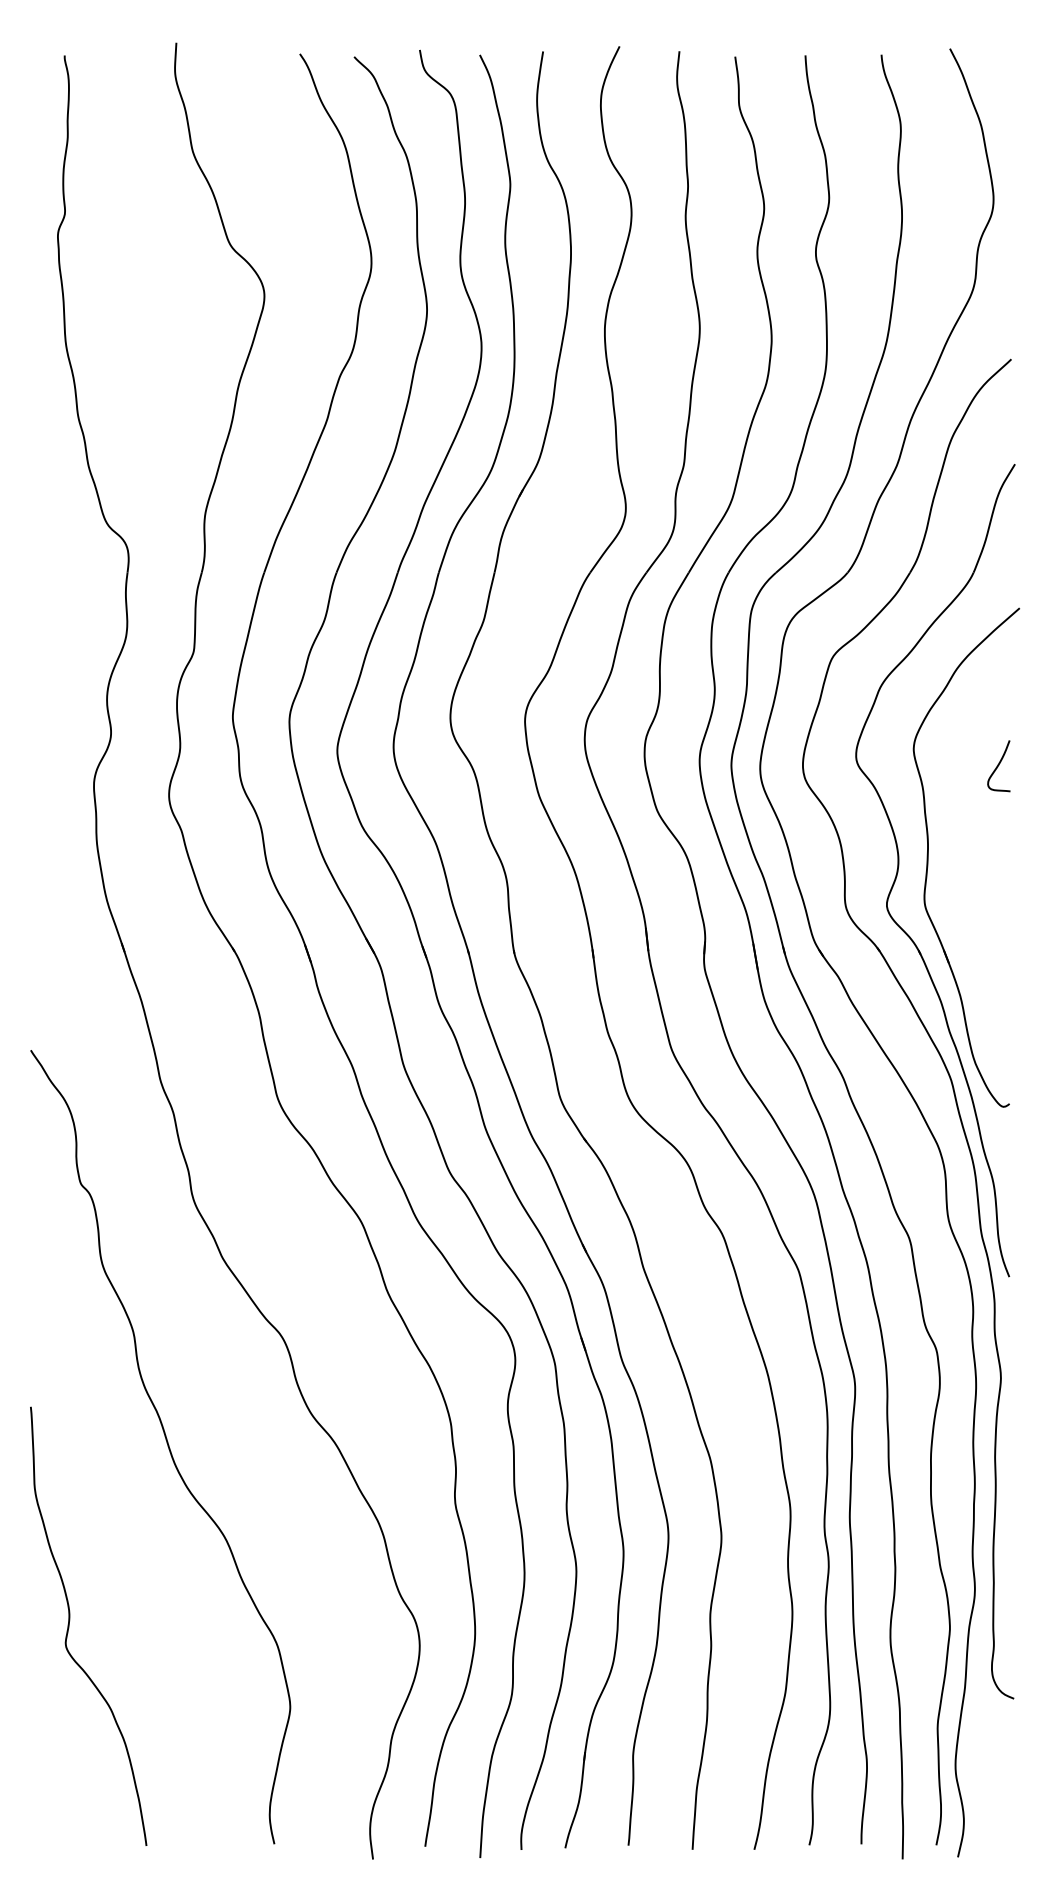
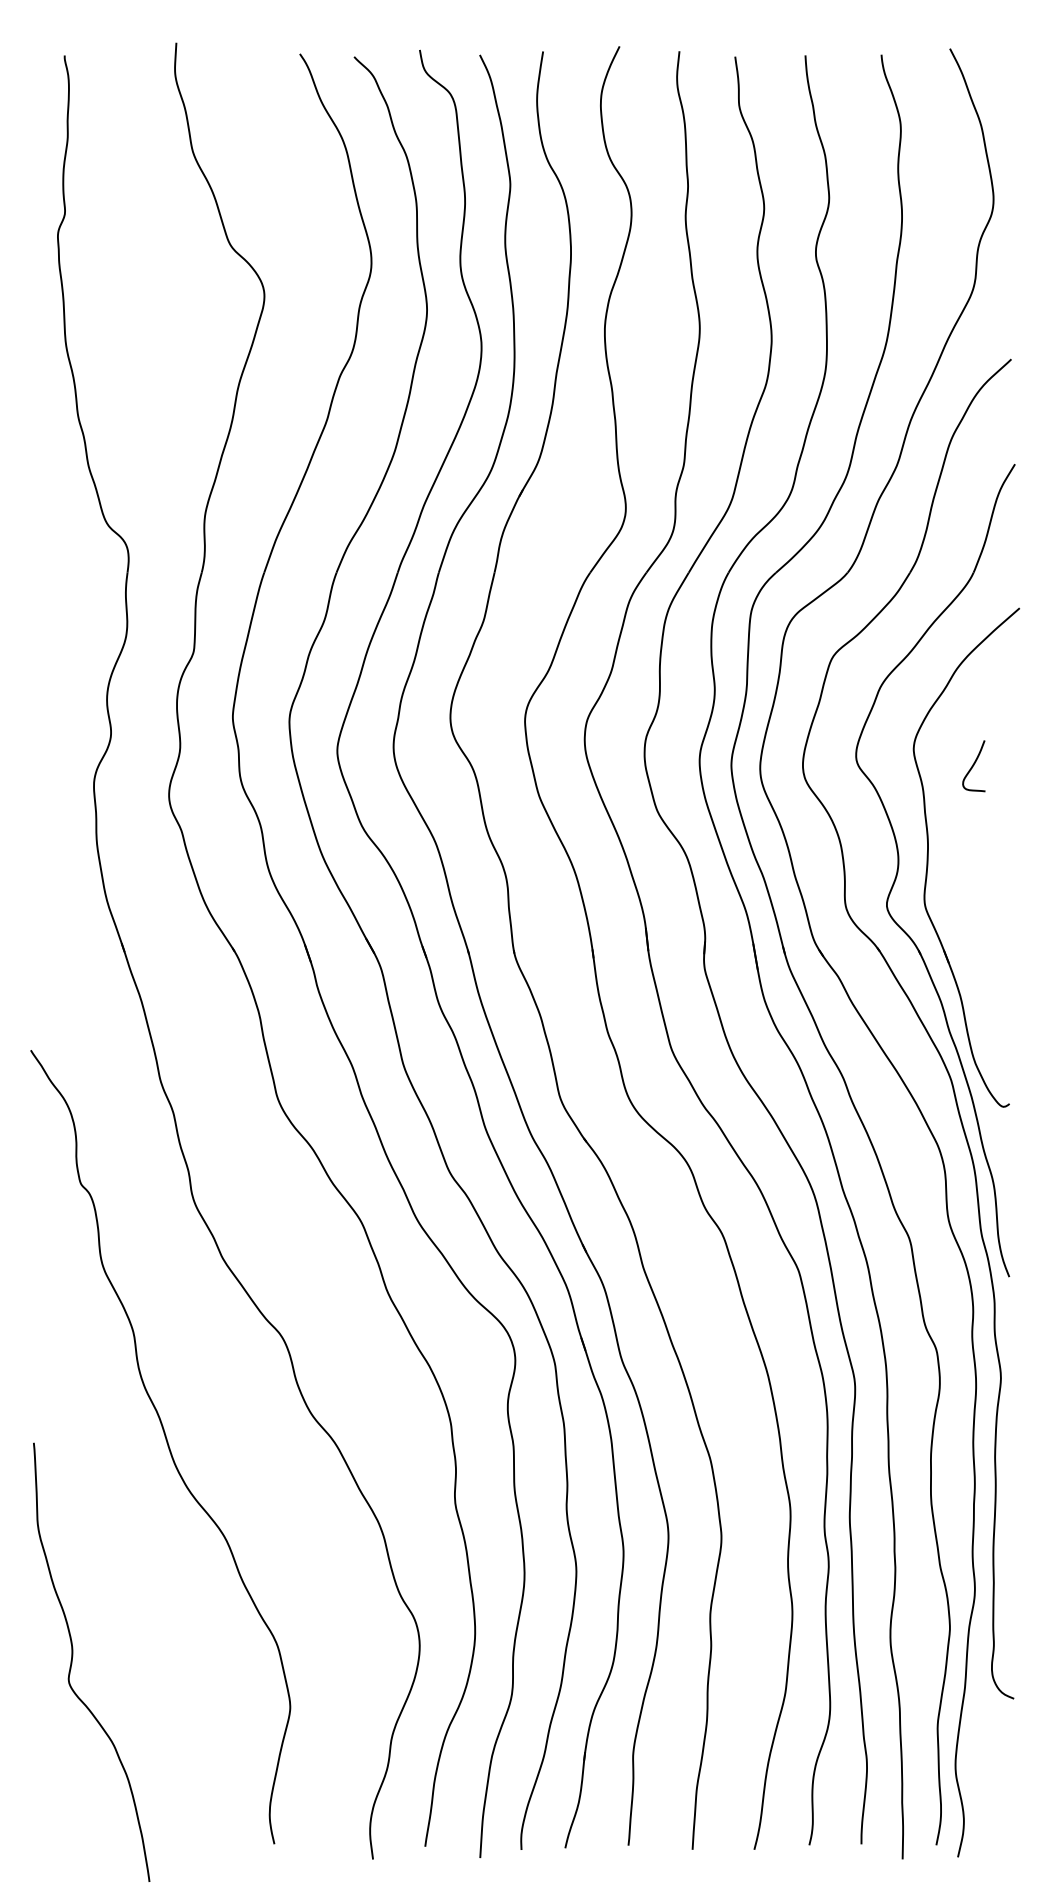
curve at (998, 766) position: (998, 766) -> (973, 766)
curve at (70, 1620) position: (70, 1620) -> (73, 1656)
